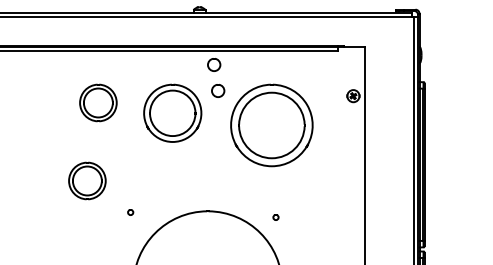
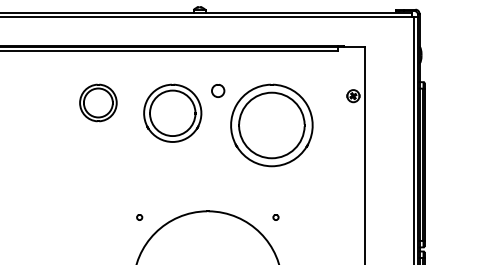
part at (214, 64): present -> none
part at (87, 180): present -> none
part at (130, 212) position: (130, 212) -> (139, 217)
